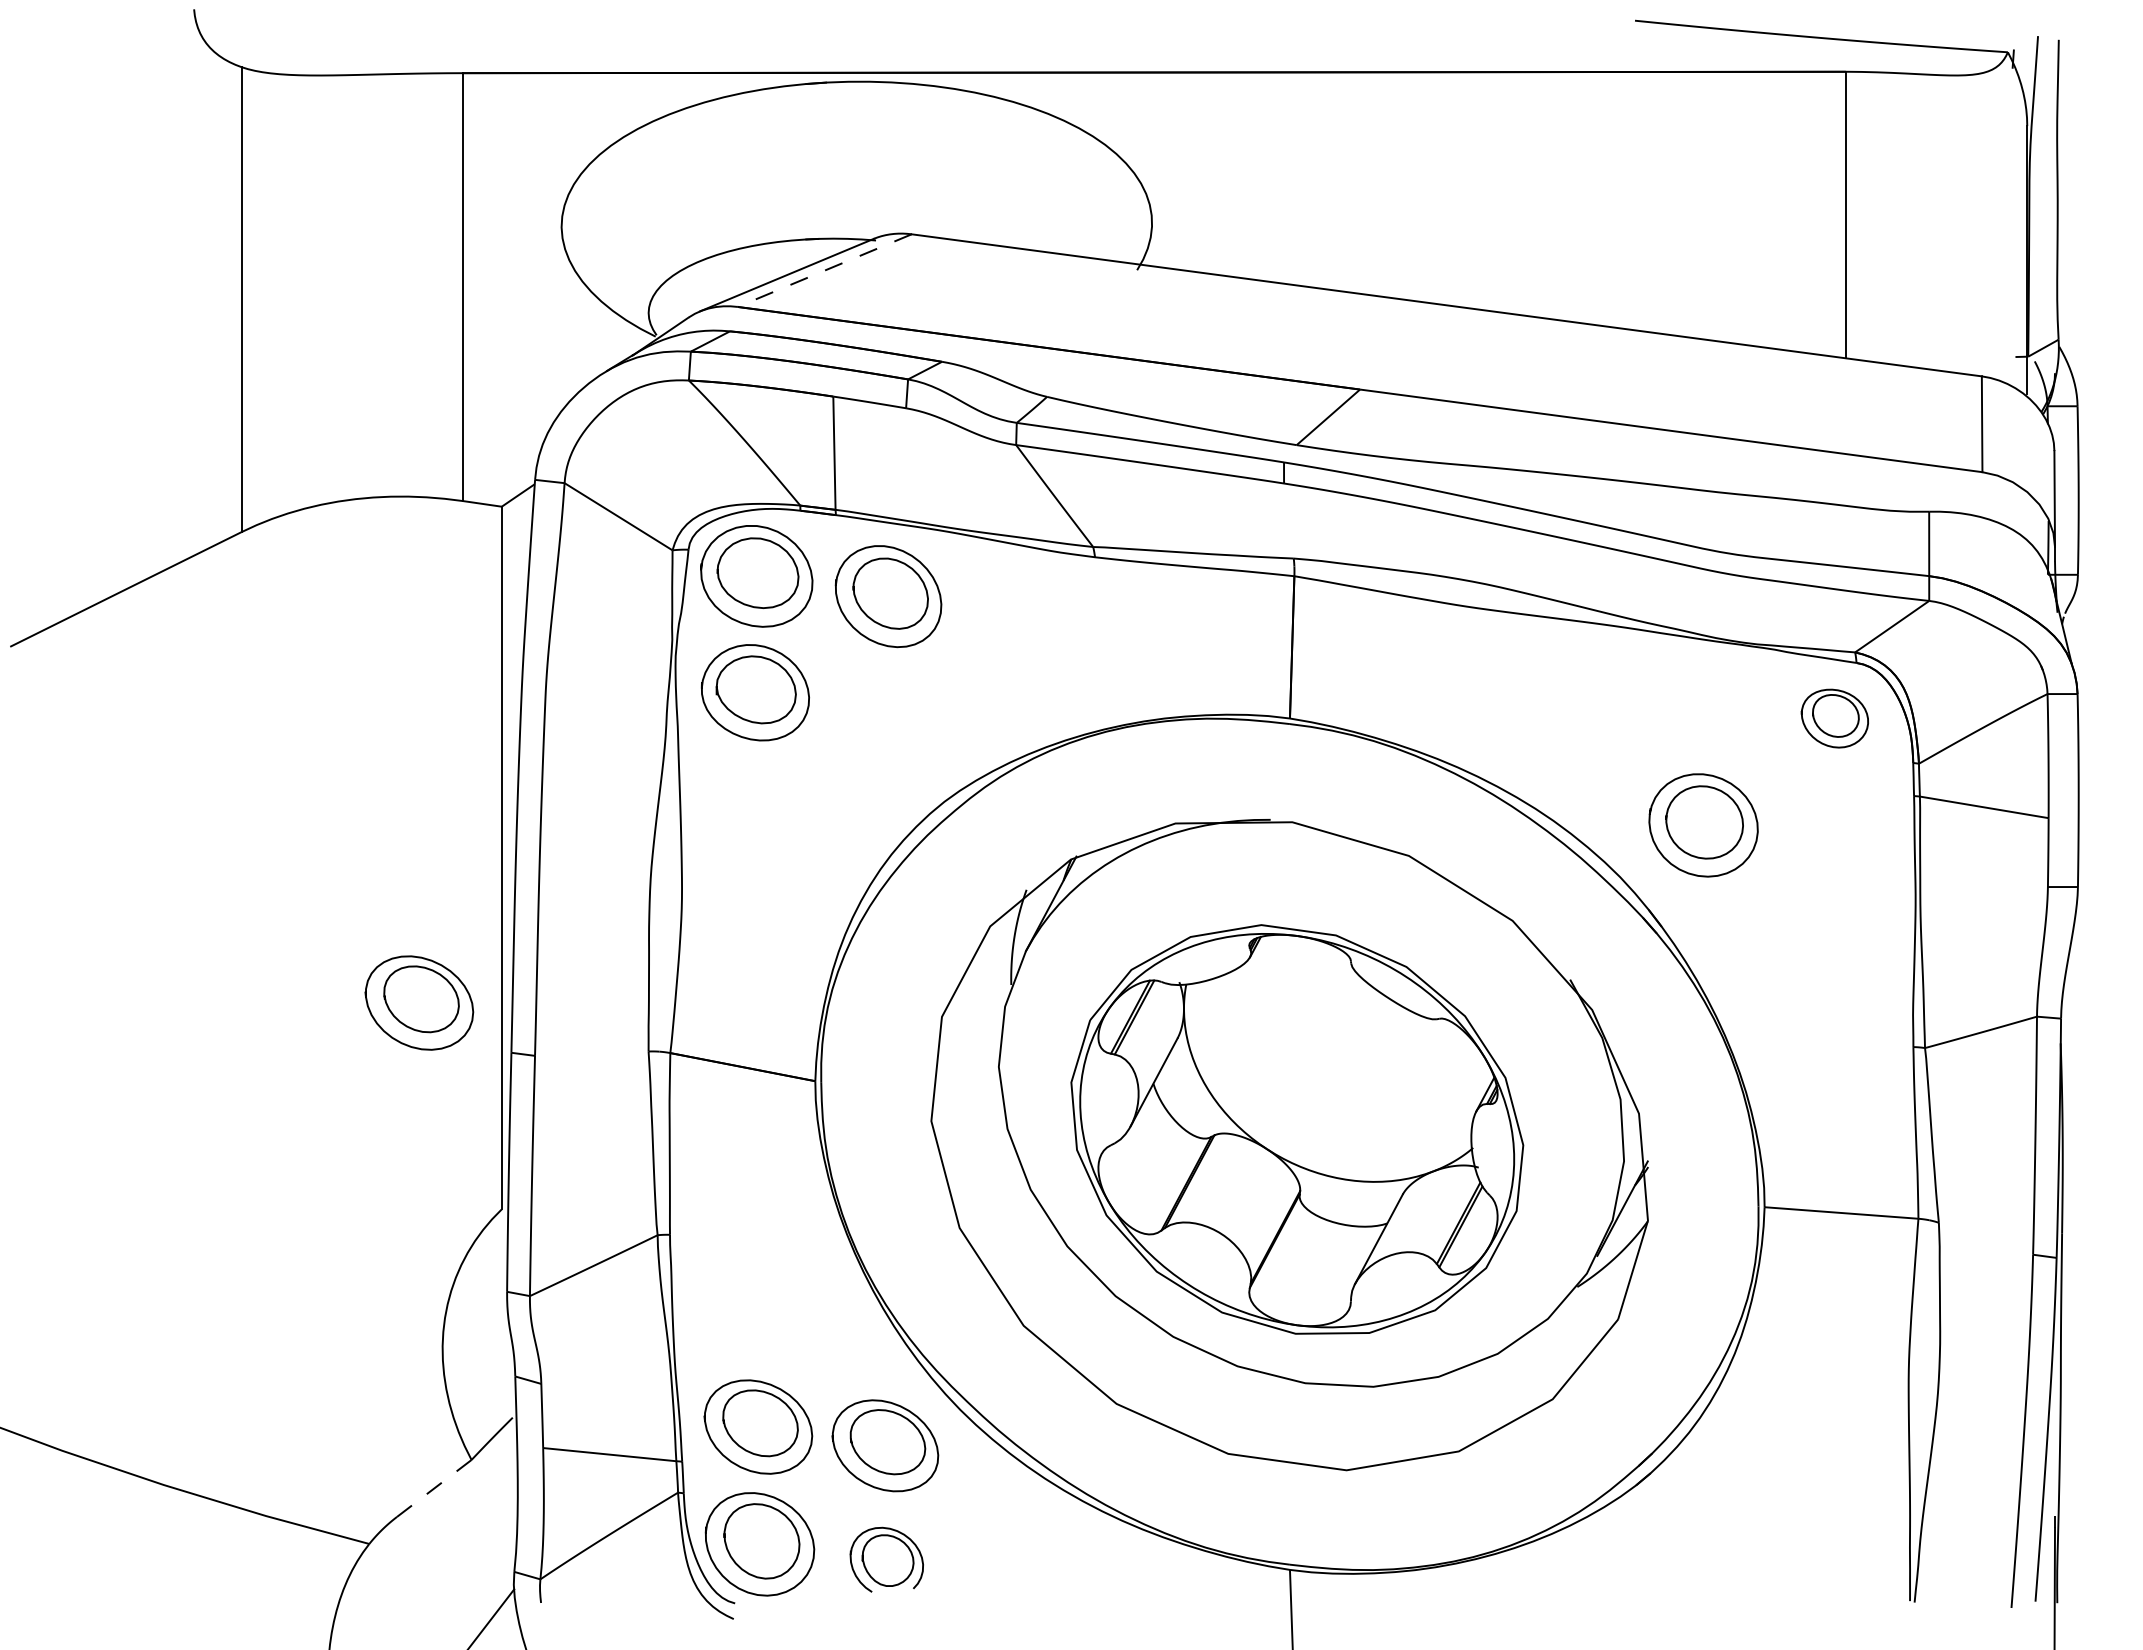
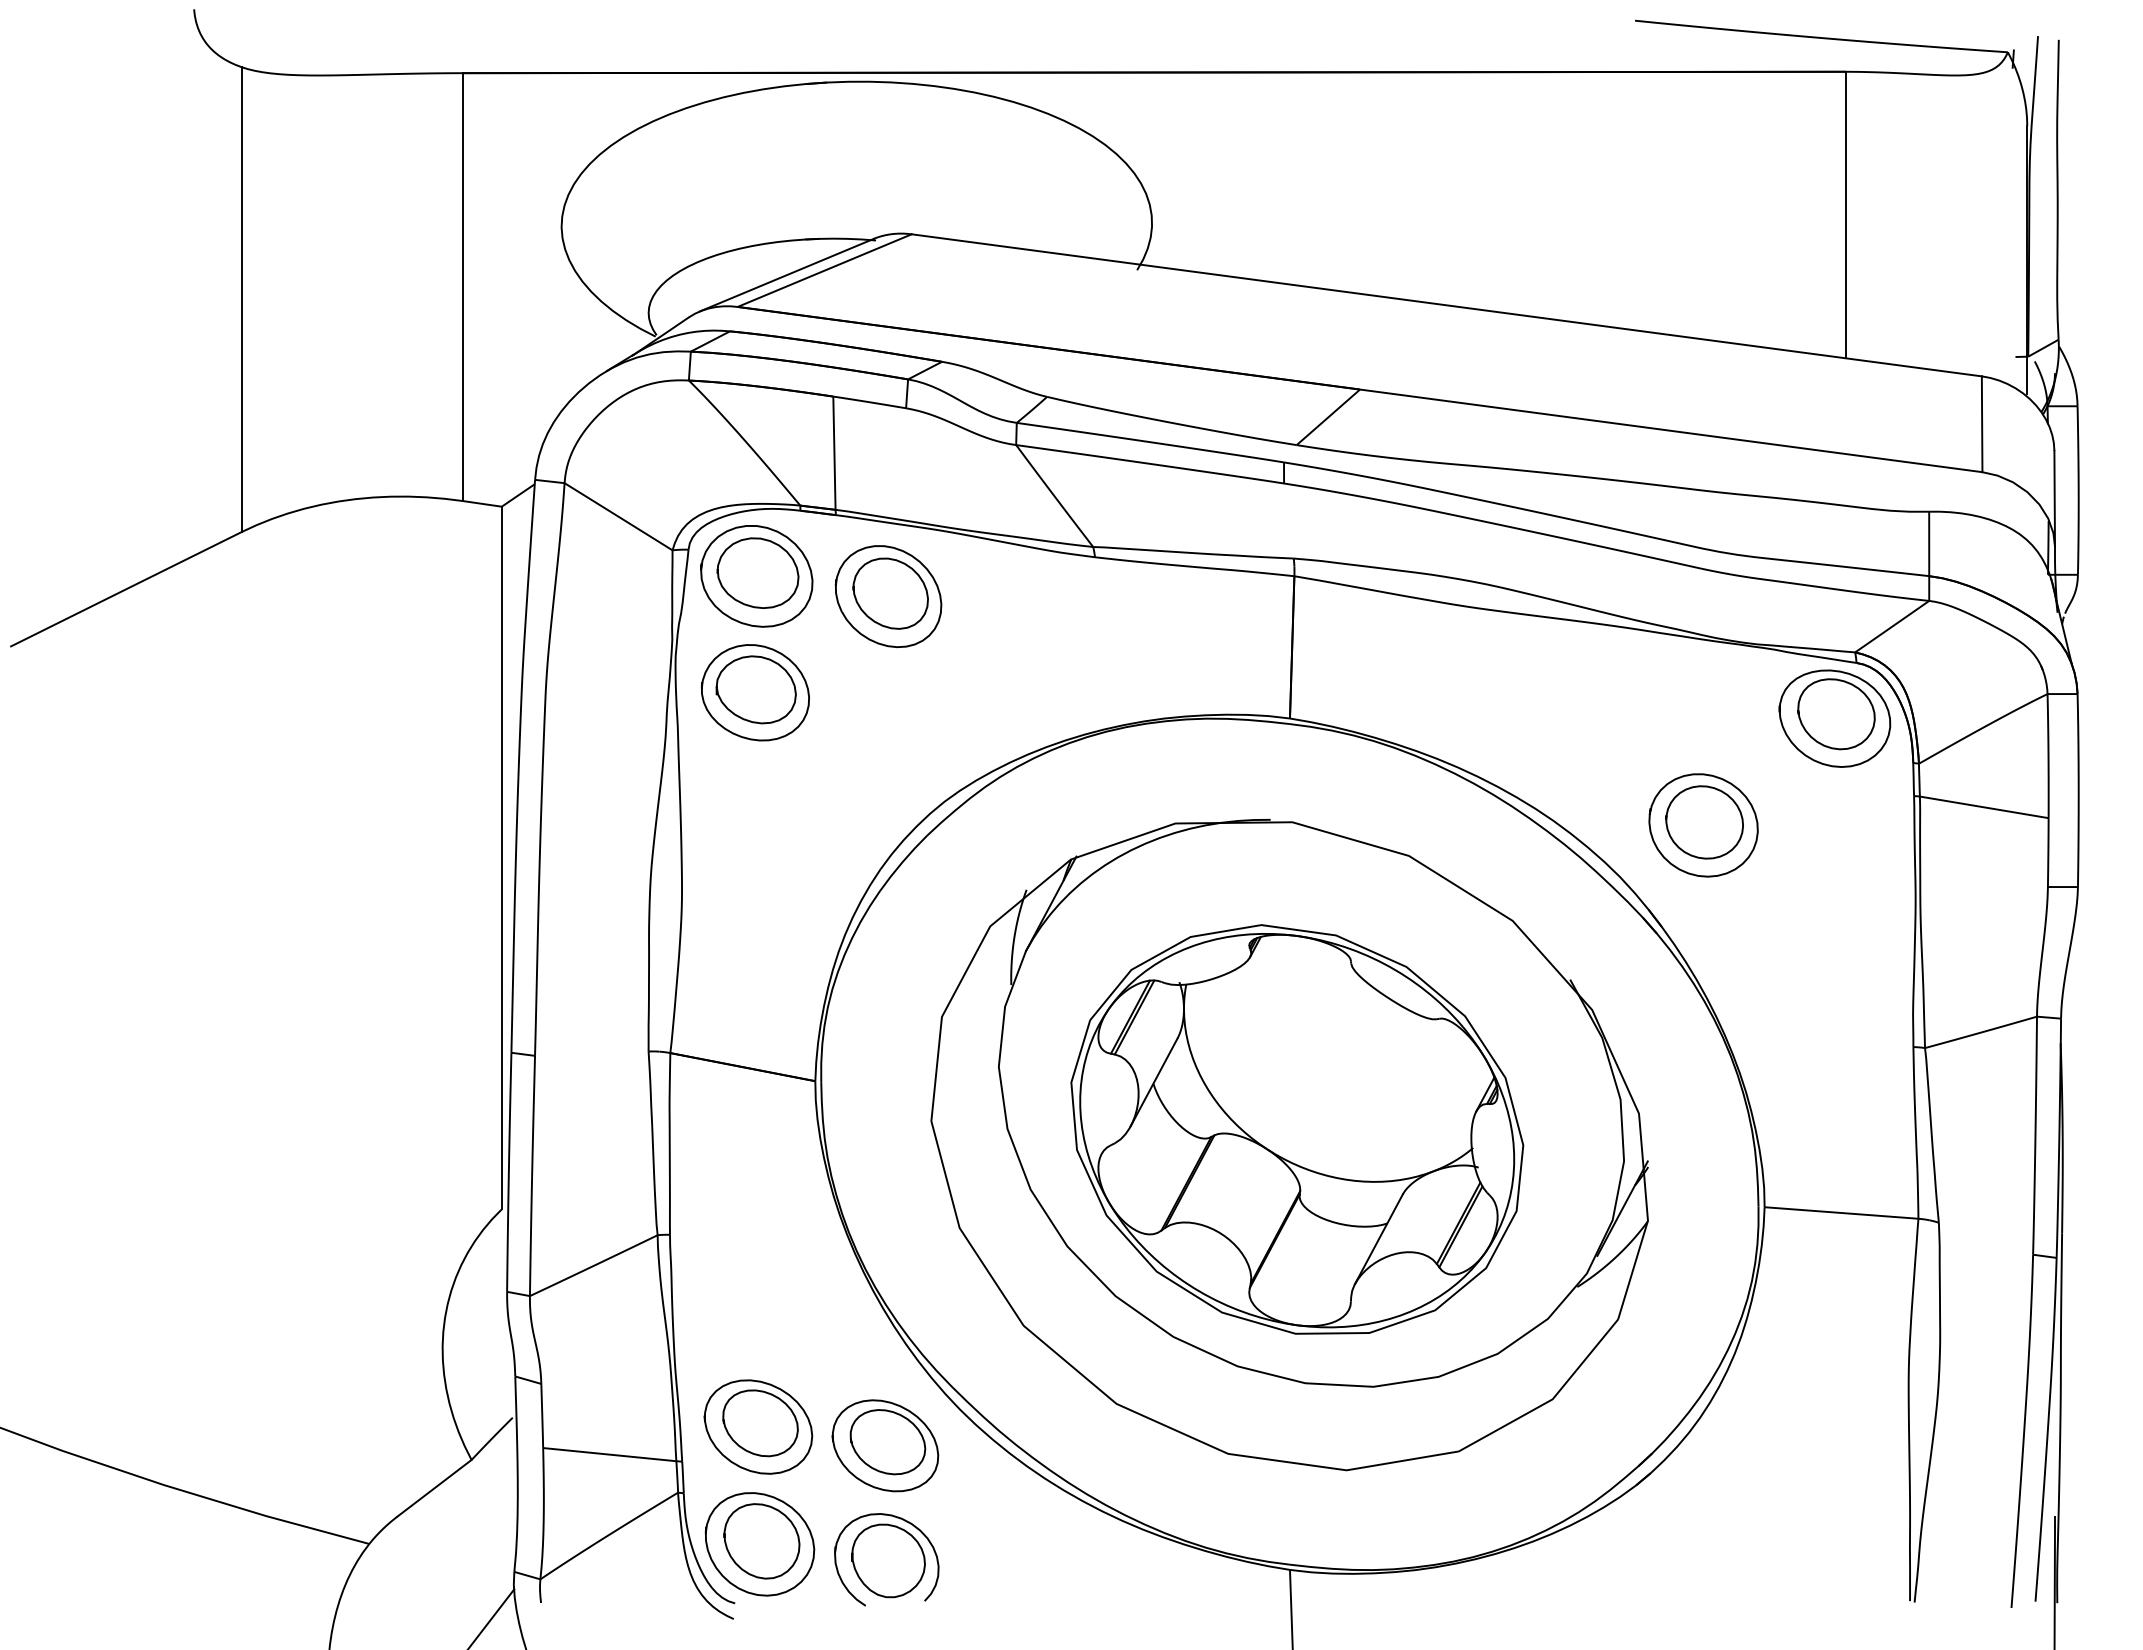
line at (824, 270): dashed -> solid
part at (1834, 718) size: 69x61 px -> 114x99 px
part at (419, 1002): present -> none
line at (434, 1488): dashed -> solid
part at (886, 1559) size: 75x67 px -> 106x94 px
